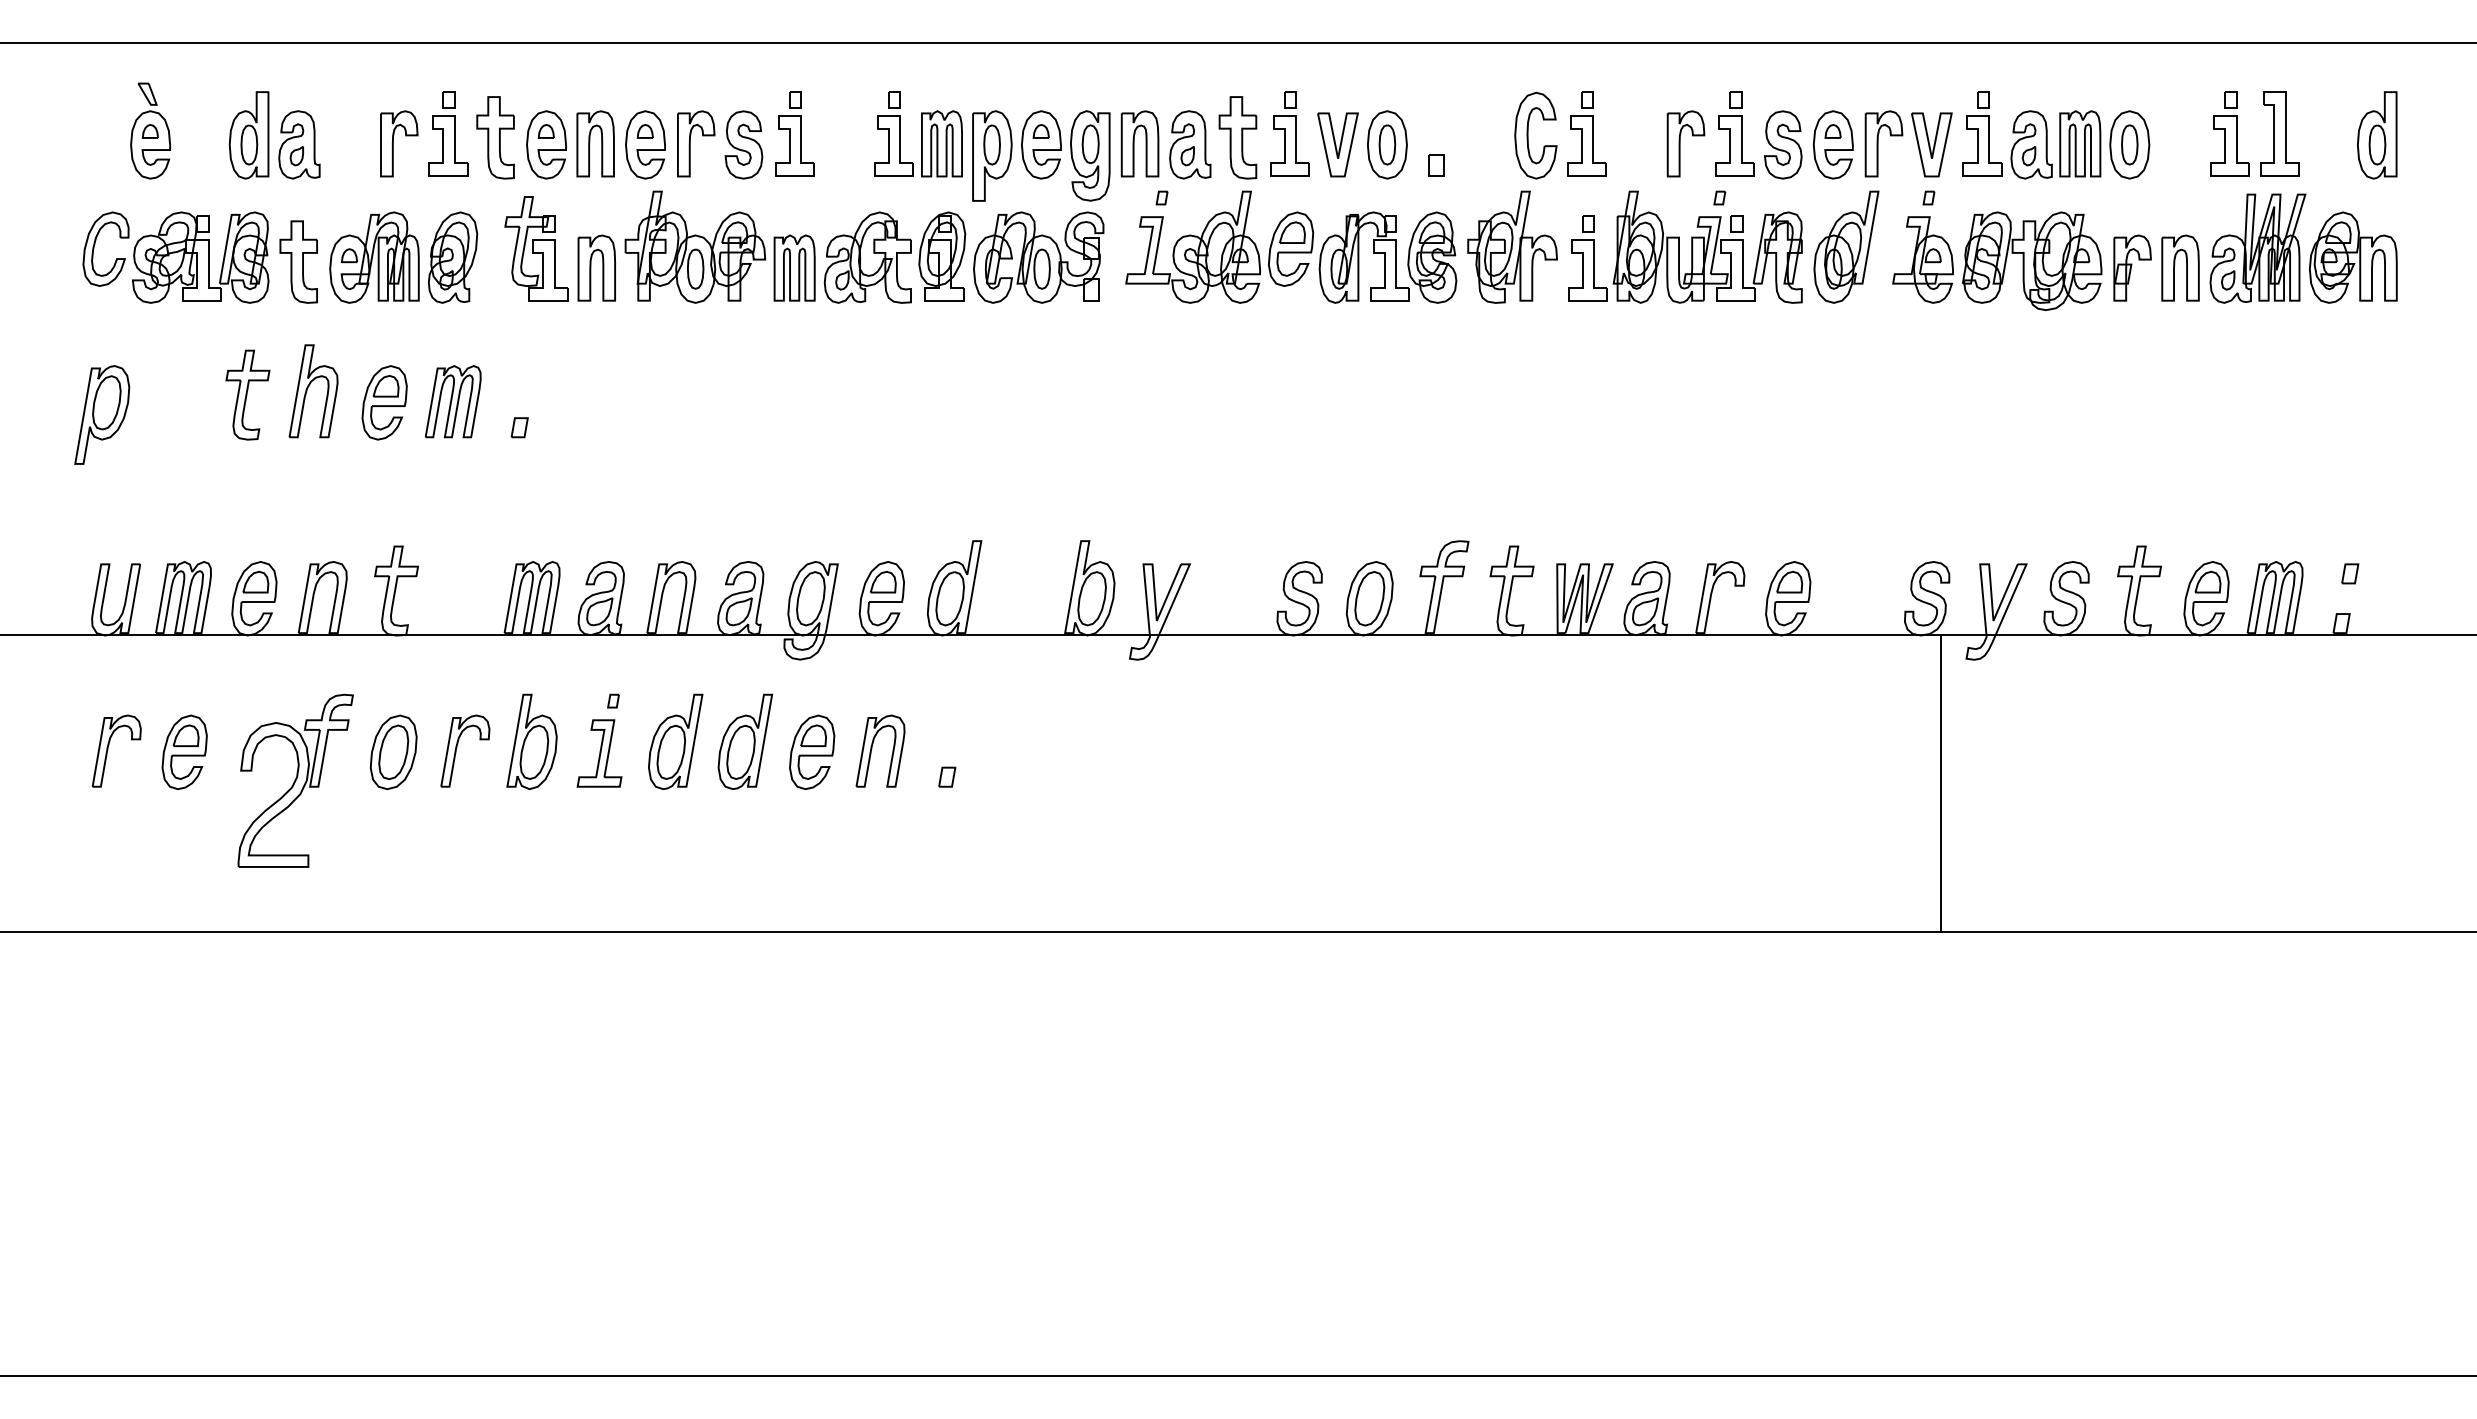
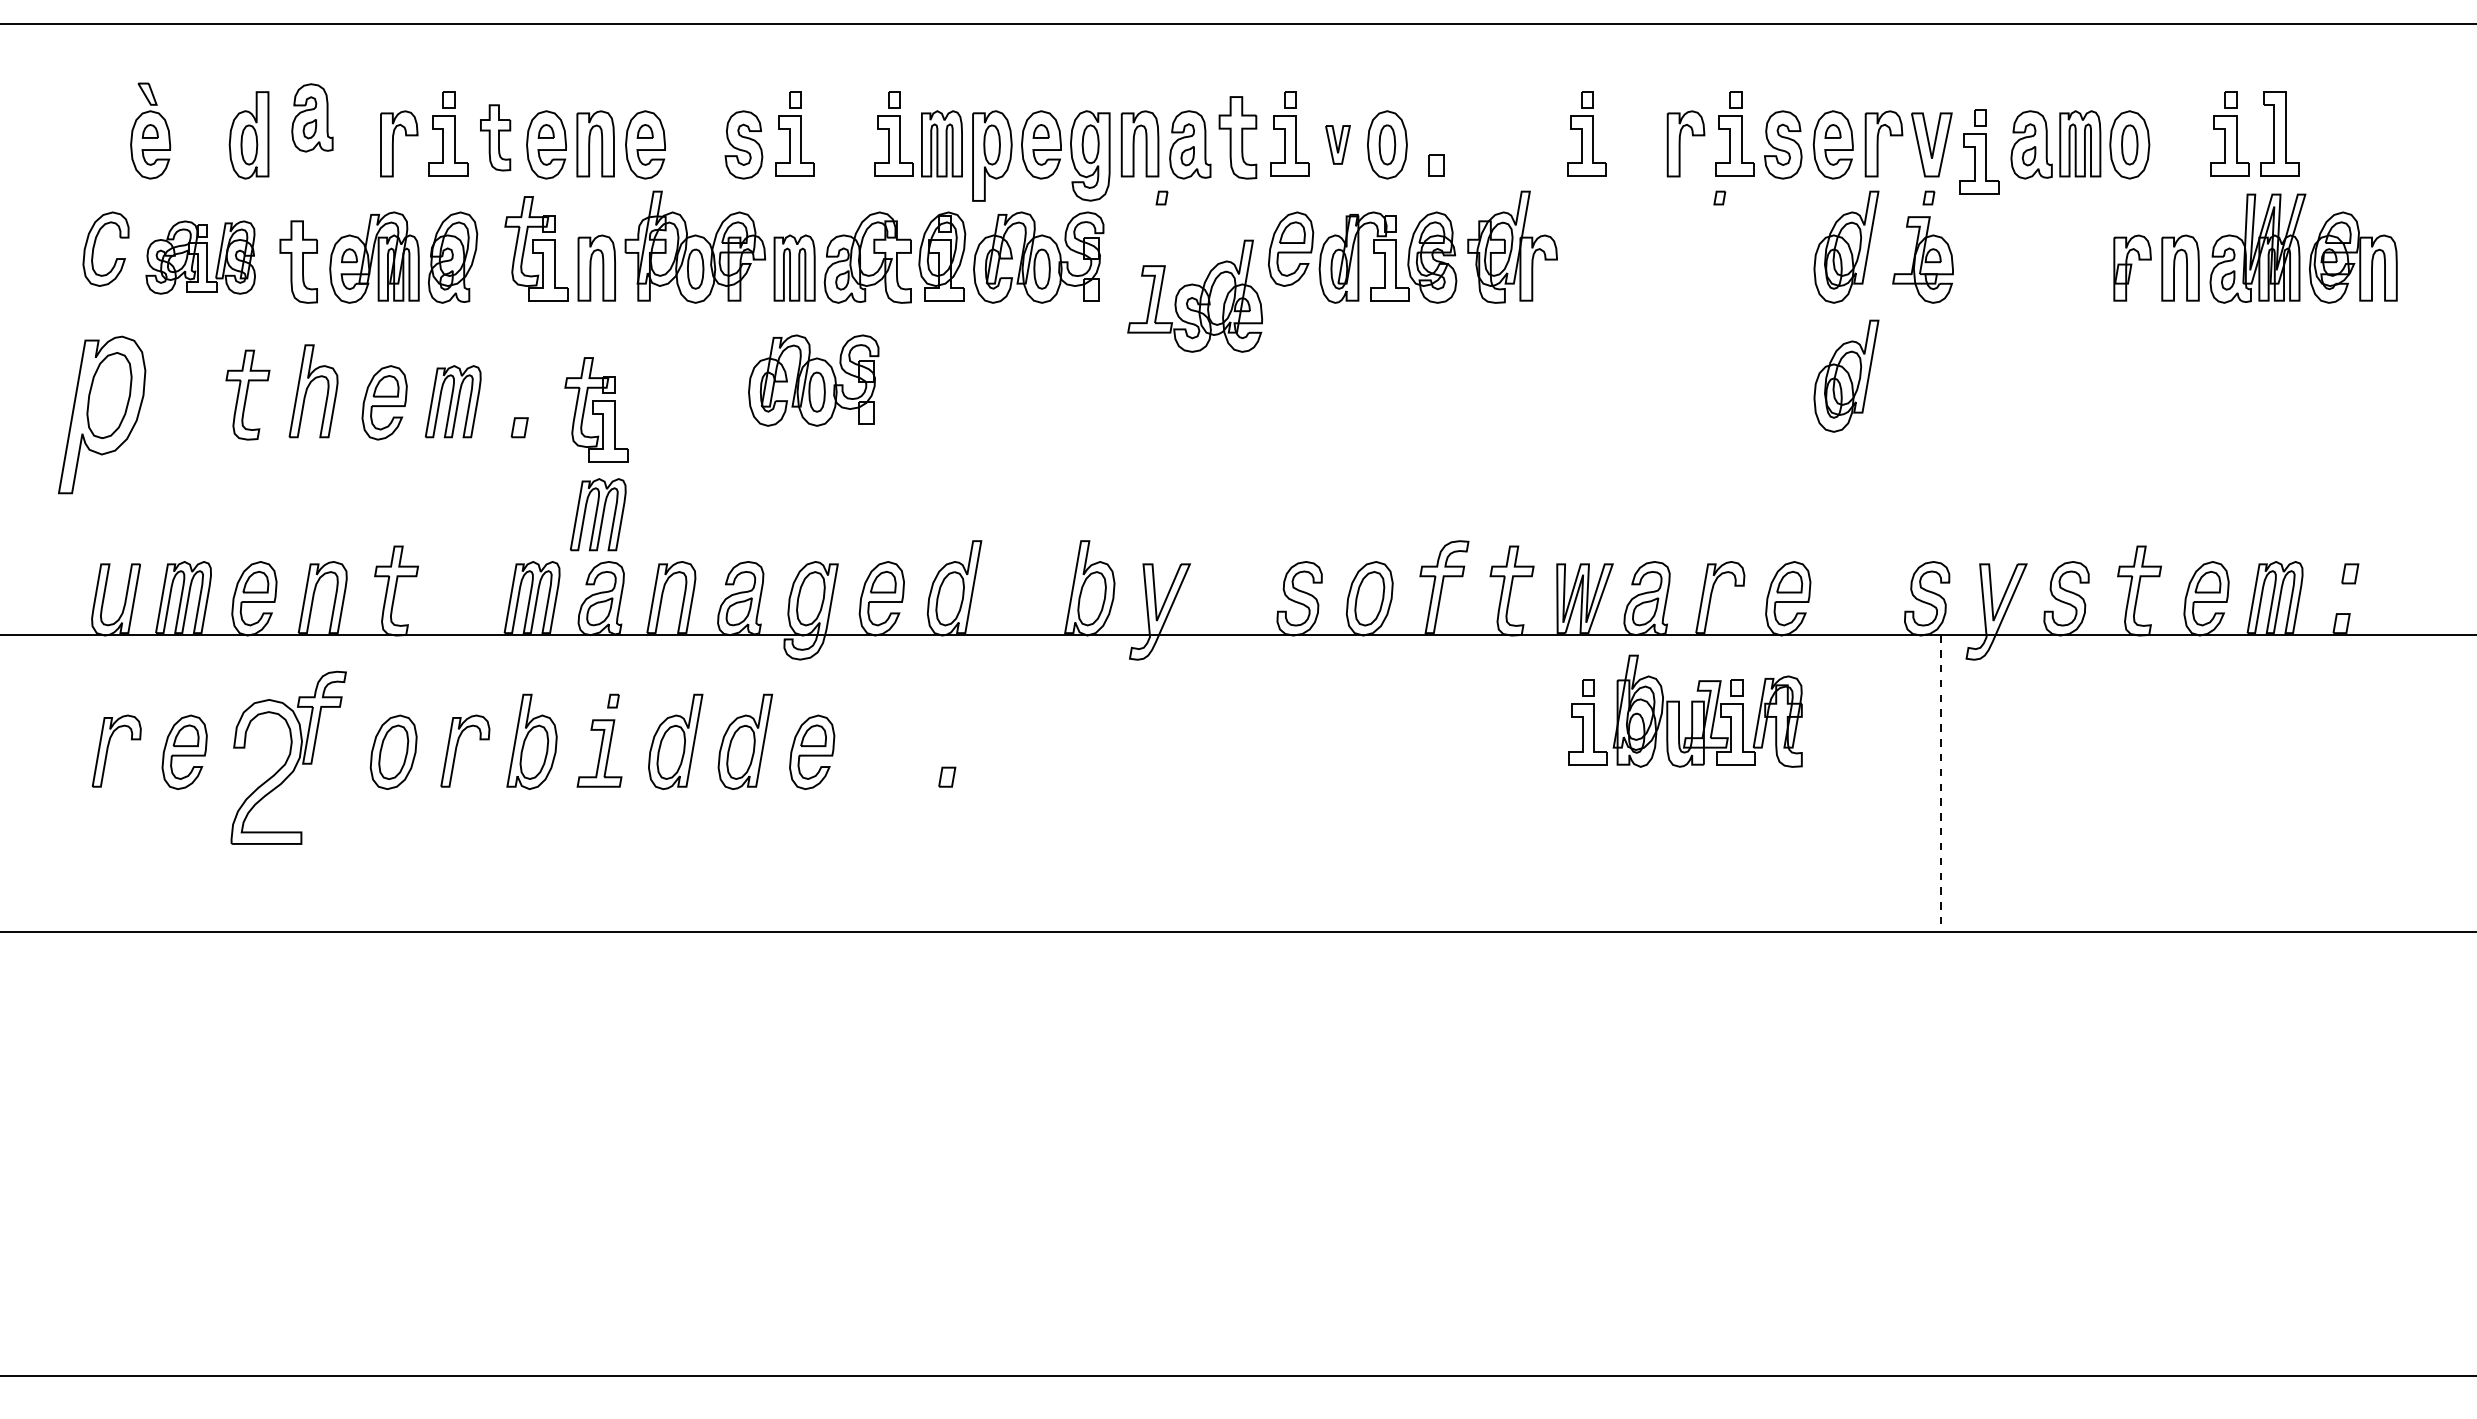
line at (1237, 42) position: (1237, 42) -> (1237, 23)
part at (1982, 133) position: (1982, 133) -> (1979, 151)
part at (1528, 135): present -> none
part at (2377, 135): present -> none
part at (495, 137) size: 39x84 px -> 32x68 px
part at (696, 143): present -> none
part at (299, 144) position: (299, 144) -> (312, 117)
part at (1337, 144) size: 42x66 px -> 26x40 px
part at (1192, 246) position: (1192, 246) -> (1194, 295)
part at (1685, 246) position: (1685, 246) -> (1685, 710)
part at (200, 257) size: 138x93 px -> 111x75 px
part at (2032, 260): present -> none
part at (1846, 375): none -> present
part at (813, 380): none -> present
part at (596, 409): none -> present
part at (102, 414) size: 57x100 px -> 89x160 px
part at (597, 514): none -> present
part at (872, 749): present -> none
part at (295, 780) position: (295, 780) -> (288, 757)
line at (1941, 784): solid -> dashed
